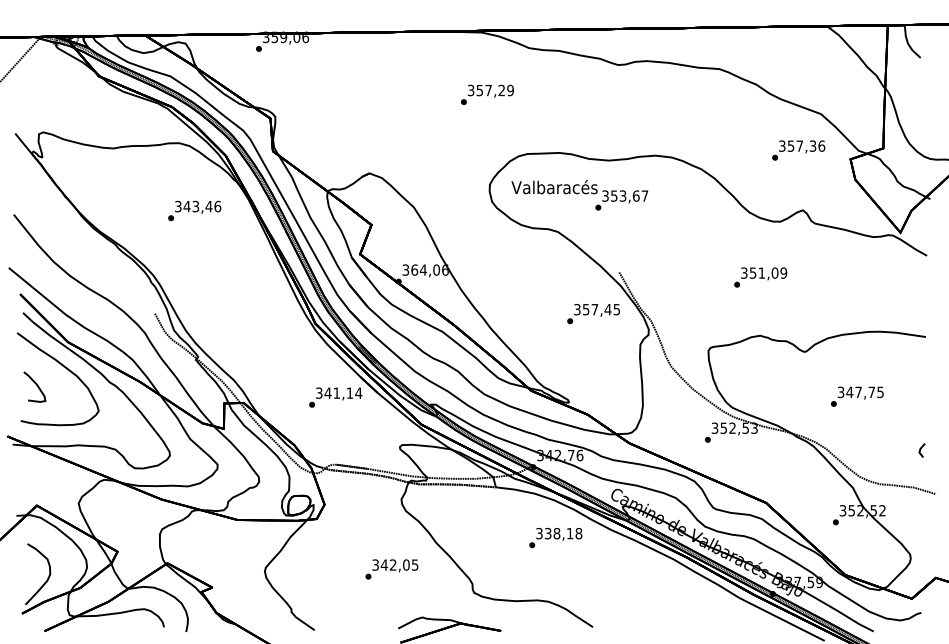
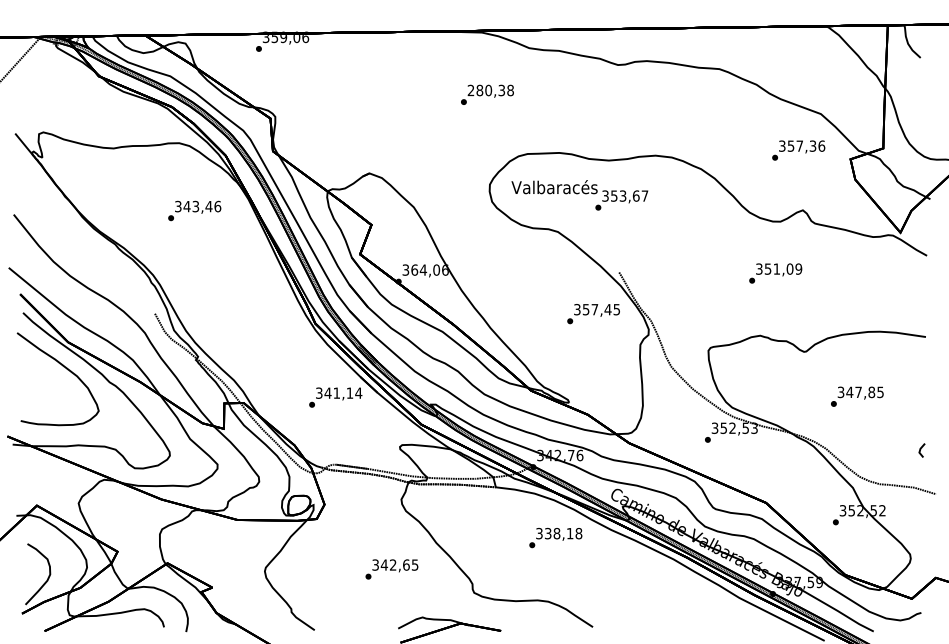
text at (490, 90): 357,29 -> 280,38
text at (760, 277) position: (760, 277) -> (775, 273)
part at (34, 386): present -> none
text at (871, 392): 347,75 -> 347,85
text at (406, 564): 342,05 -> 342,65
